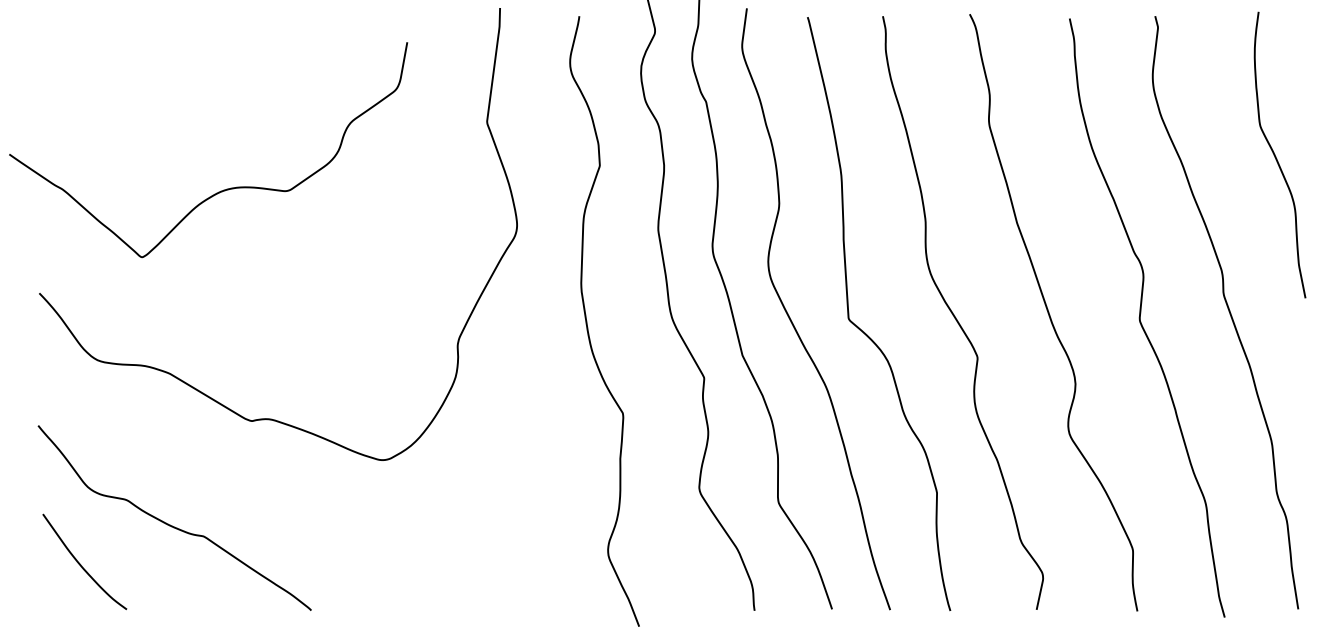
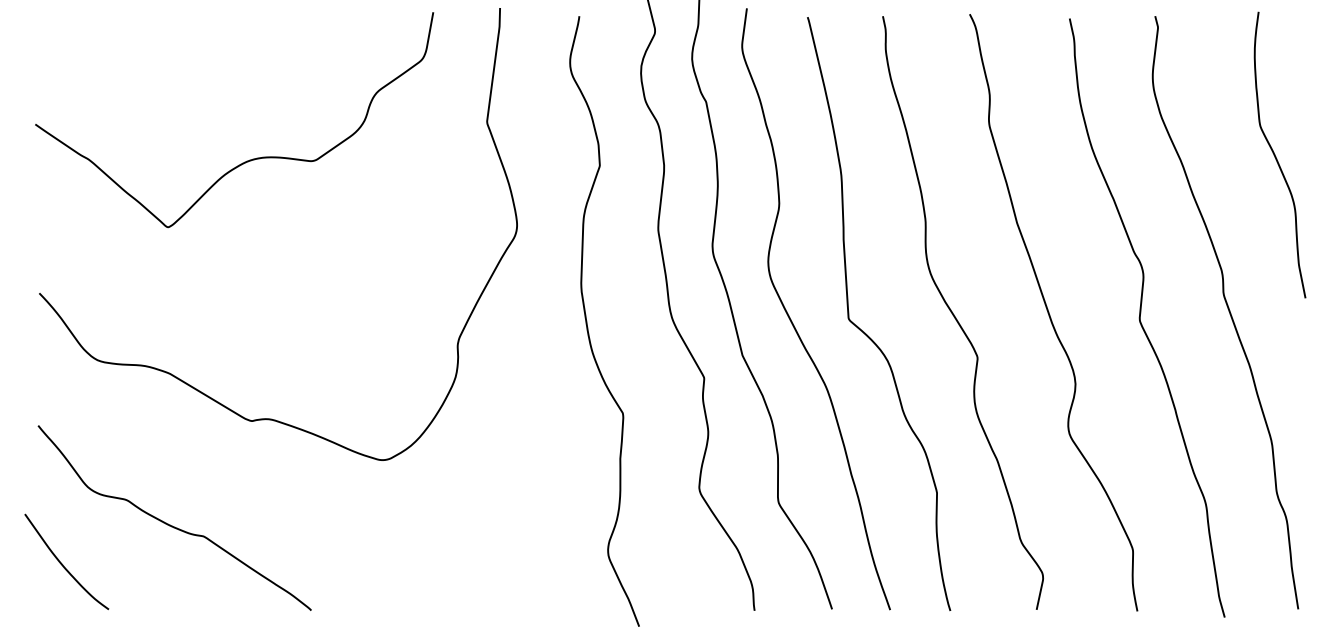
curve at (223, 189) position: (223, 189) -> (249, 159)
curve at (81, 564) position: (81, 564) -> (63, 564)
